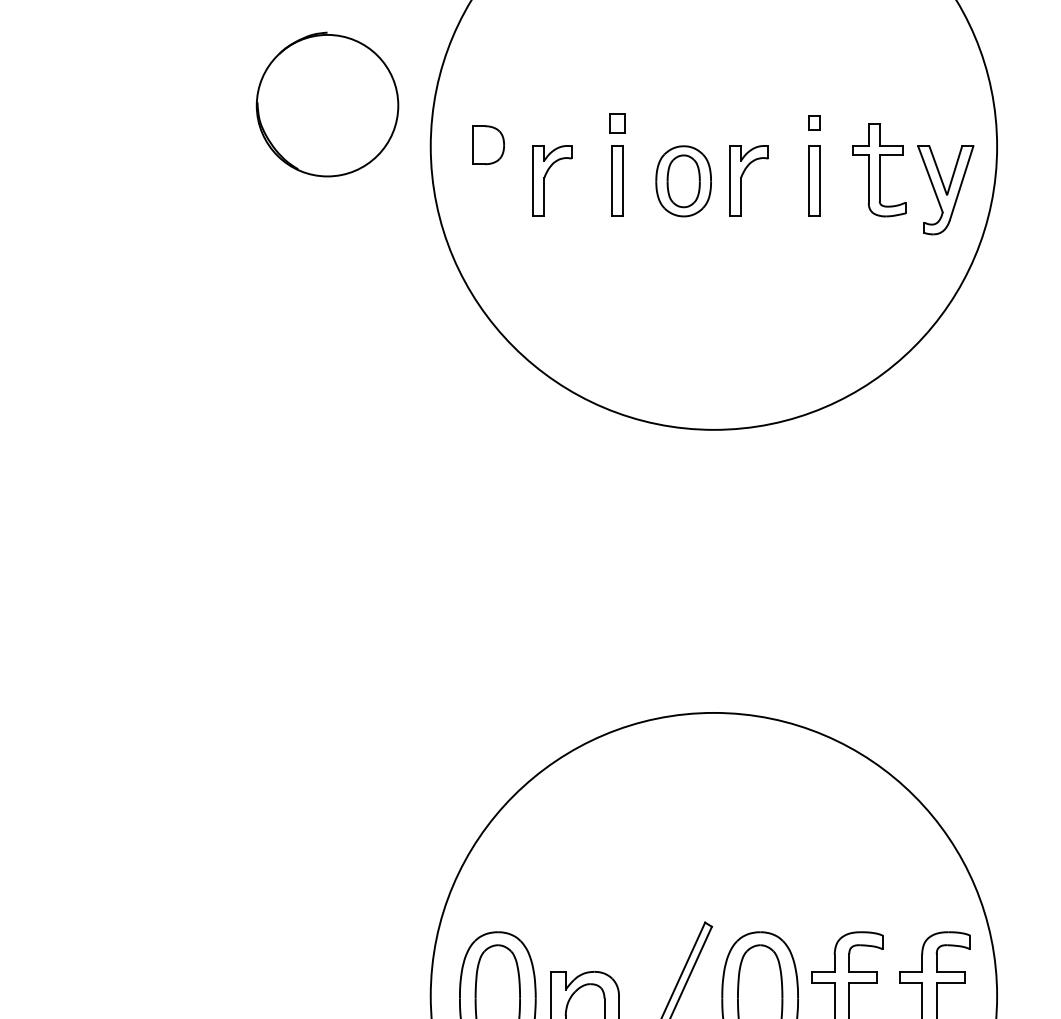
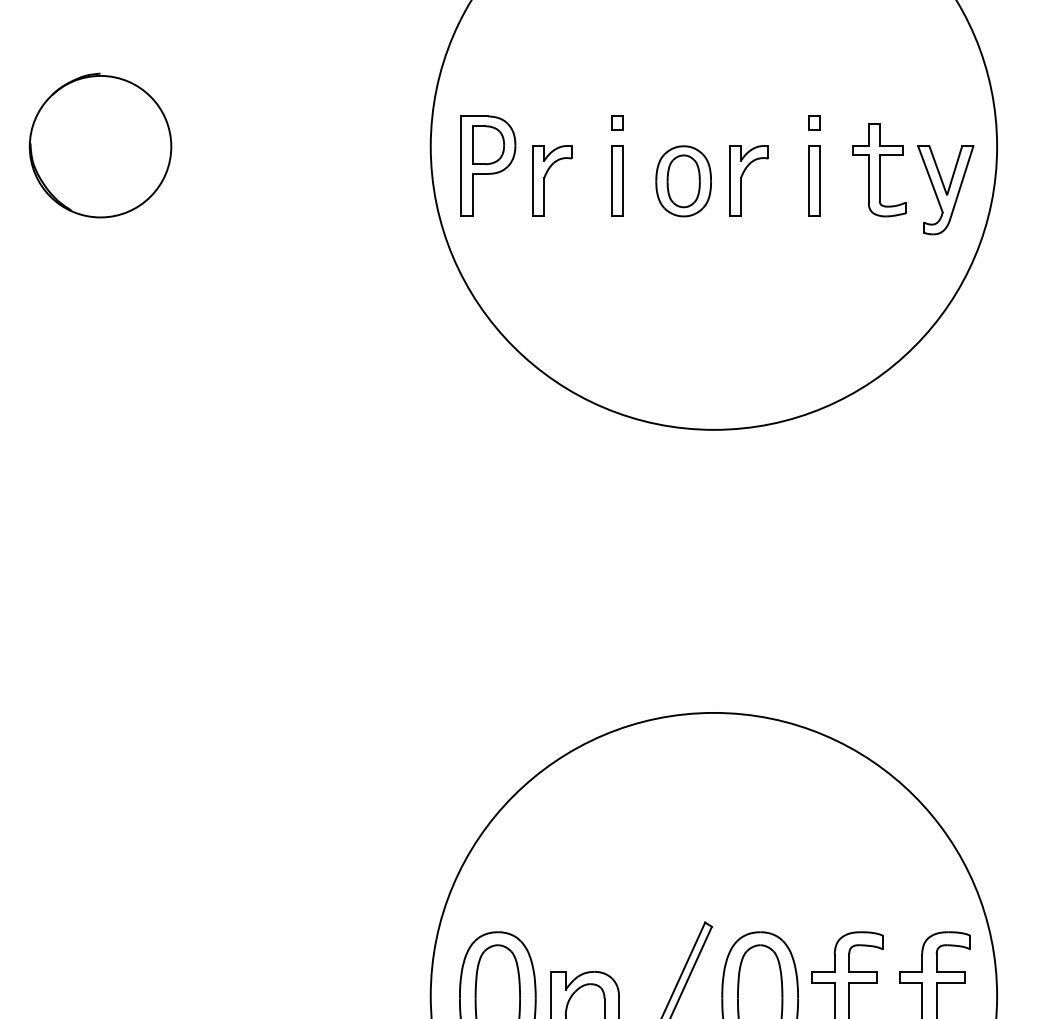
part at (327, 104) position: (327, 104) -> (100, 145)
part at (617, 123) size: 17x21 px -> 13x16 px
part at (488, 165): none -> present
